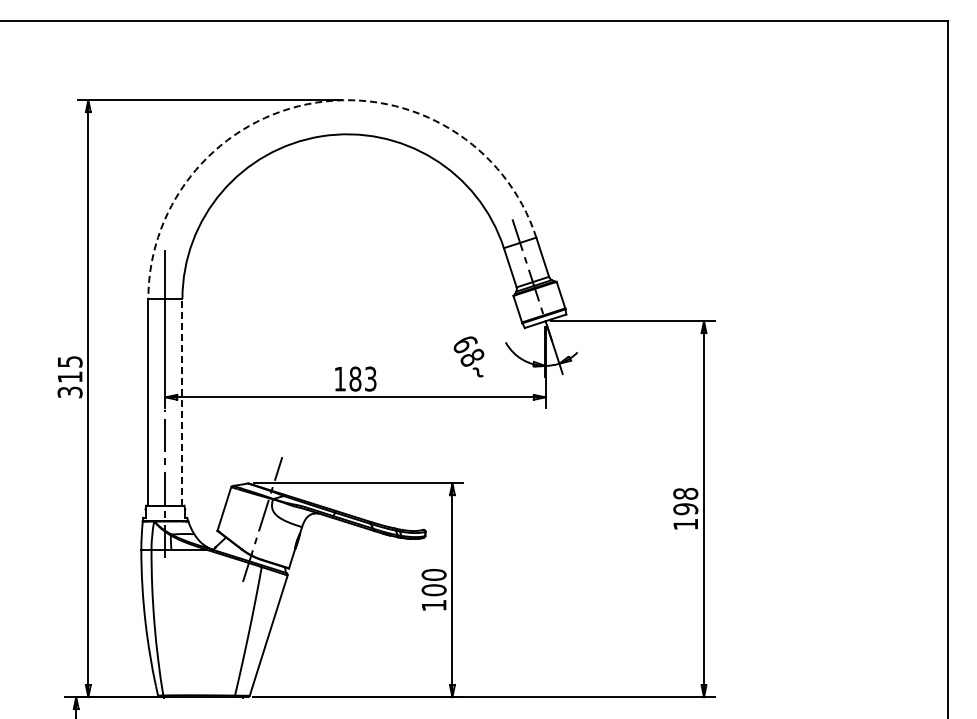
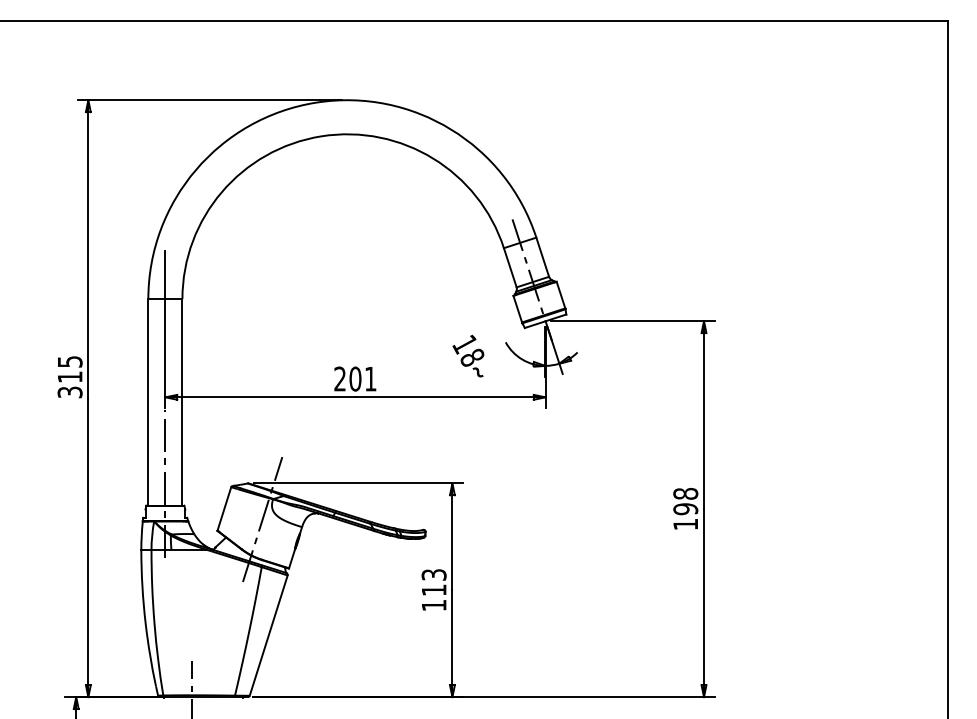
arc at (316, 102): dashed -> solid
text at (464, 344): 68 -> 18
text at (355, 378): 183 -> 201
line at (182, 401): dashed -> solid
text at (433, 582): 100 -> 113
line at (191, 688): none -> present
